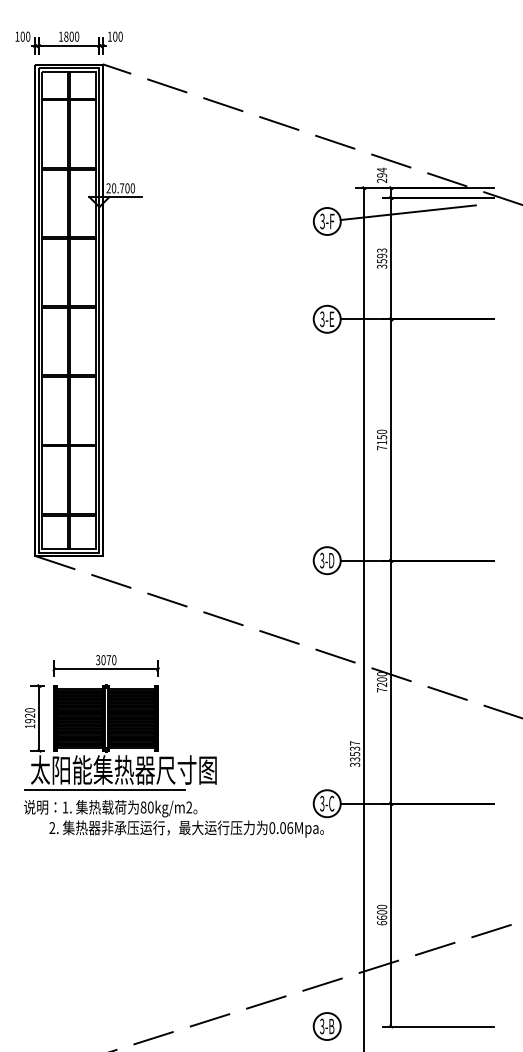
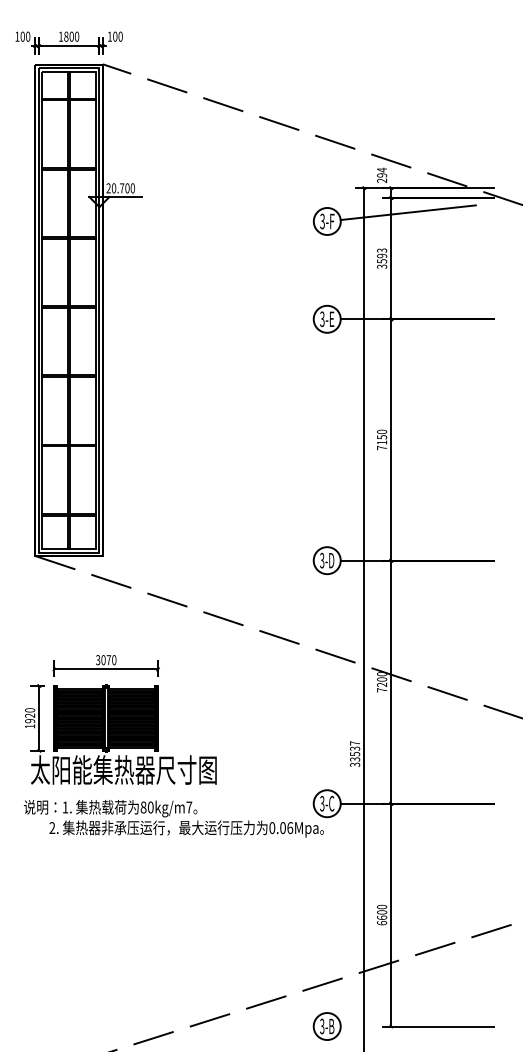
line at (104, 790): present -> none
text at (189, 807): 80kg/m2 -> 80kg/m7
